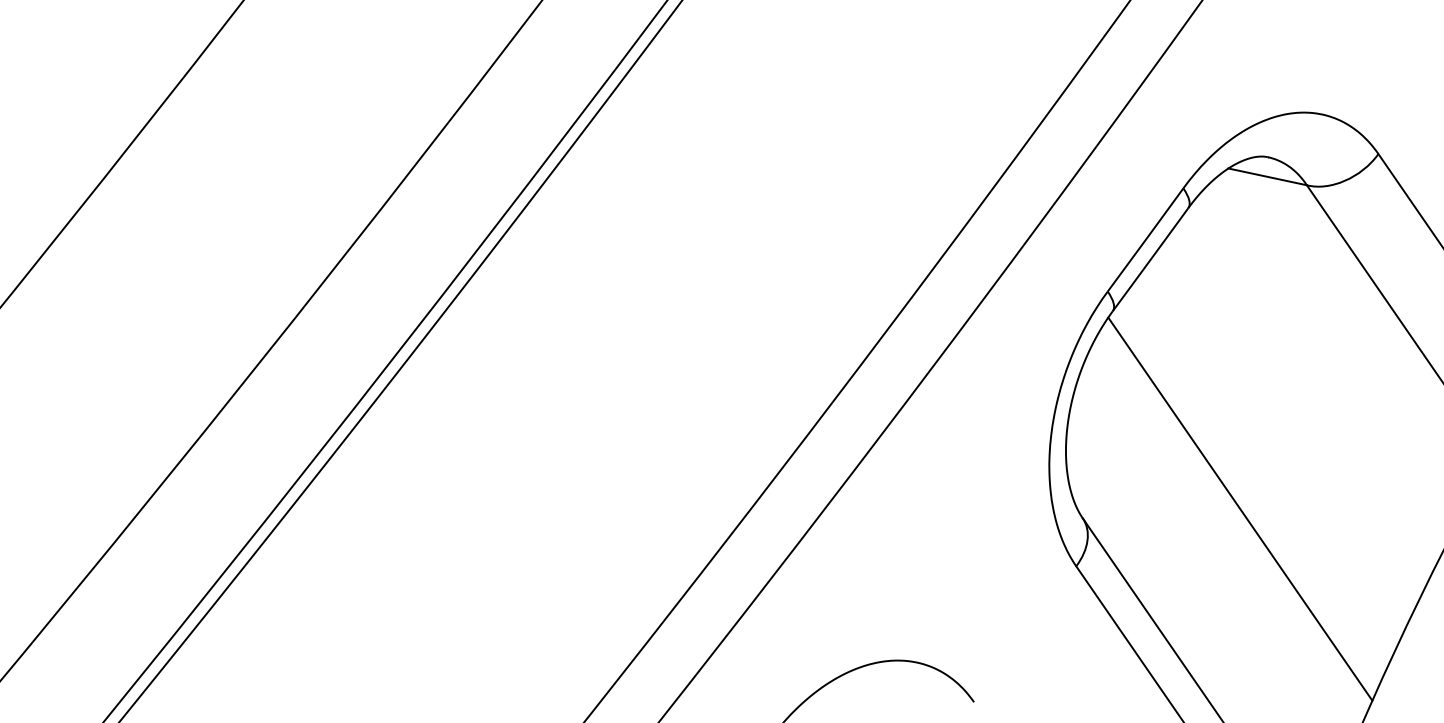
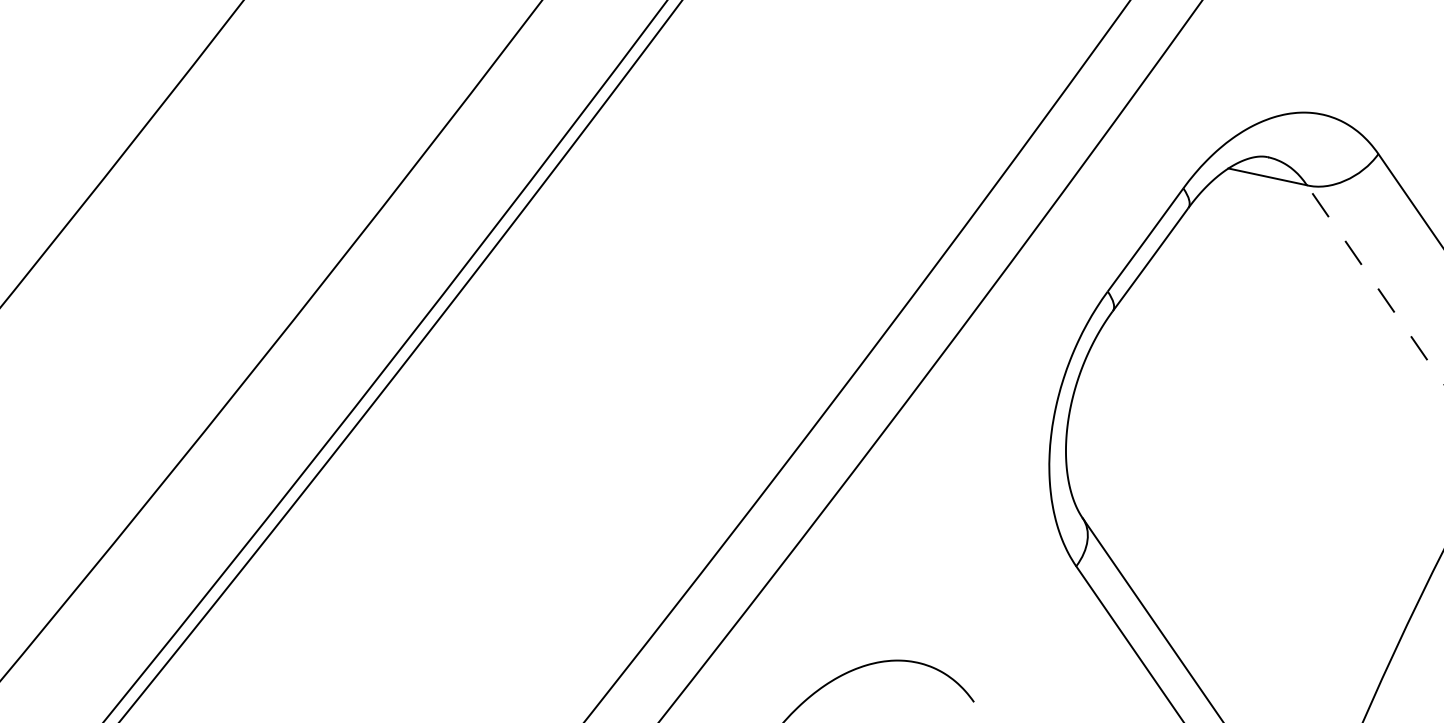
line at (1375, 284): solid -> dashed
line at (1240, 508): present -> none
